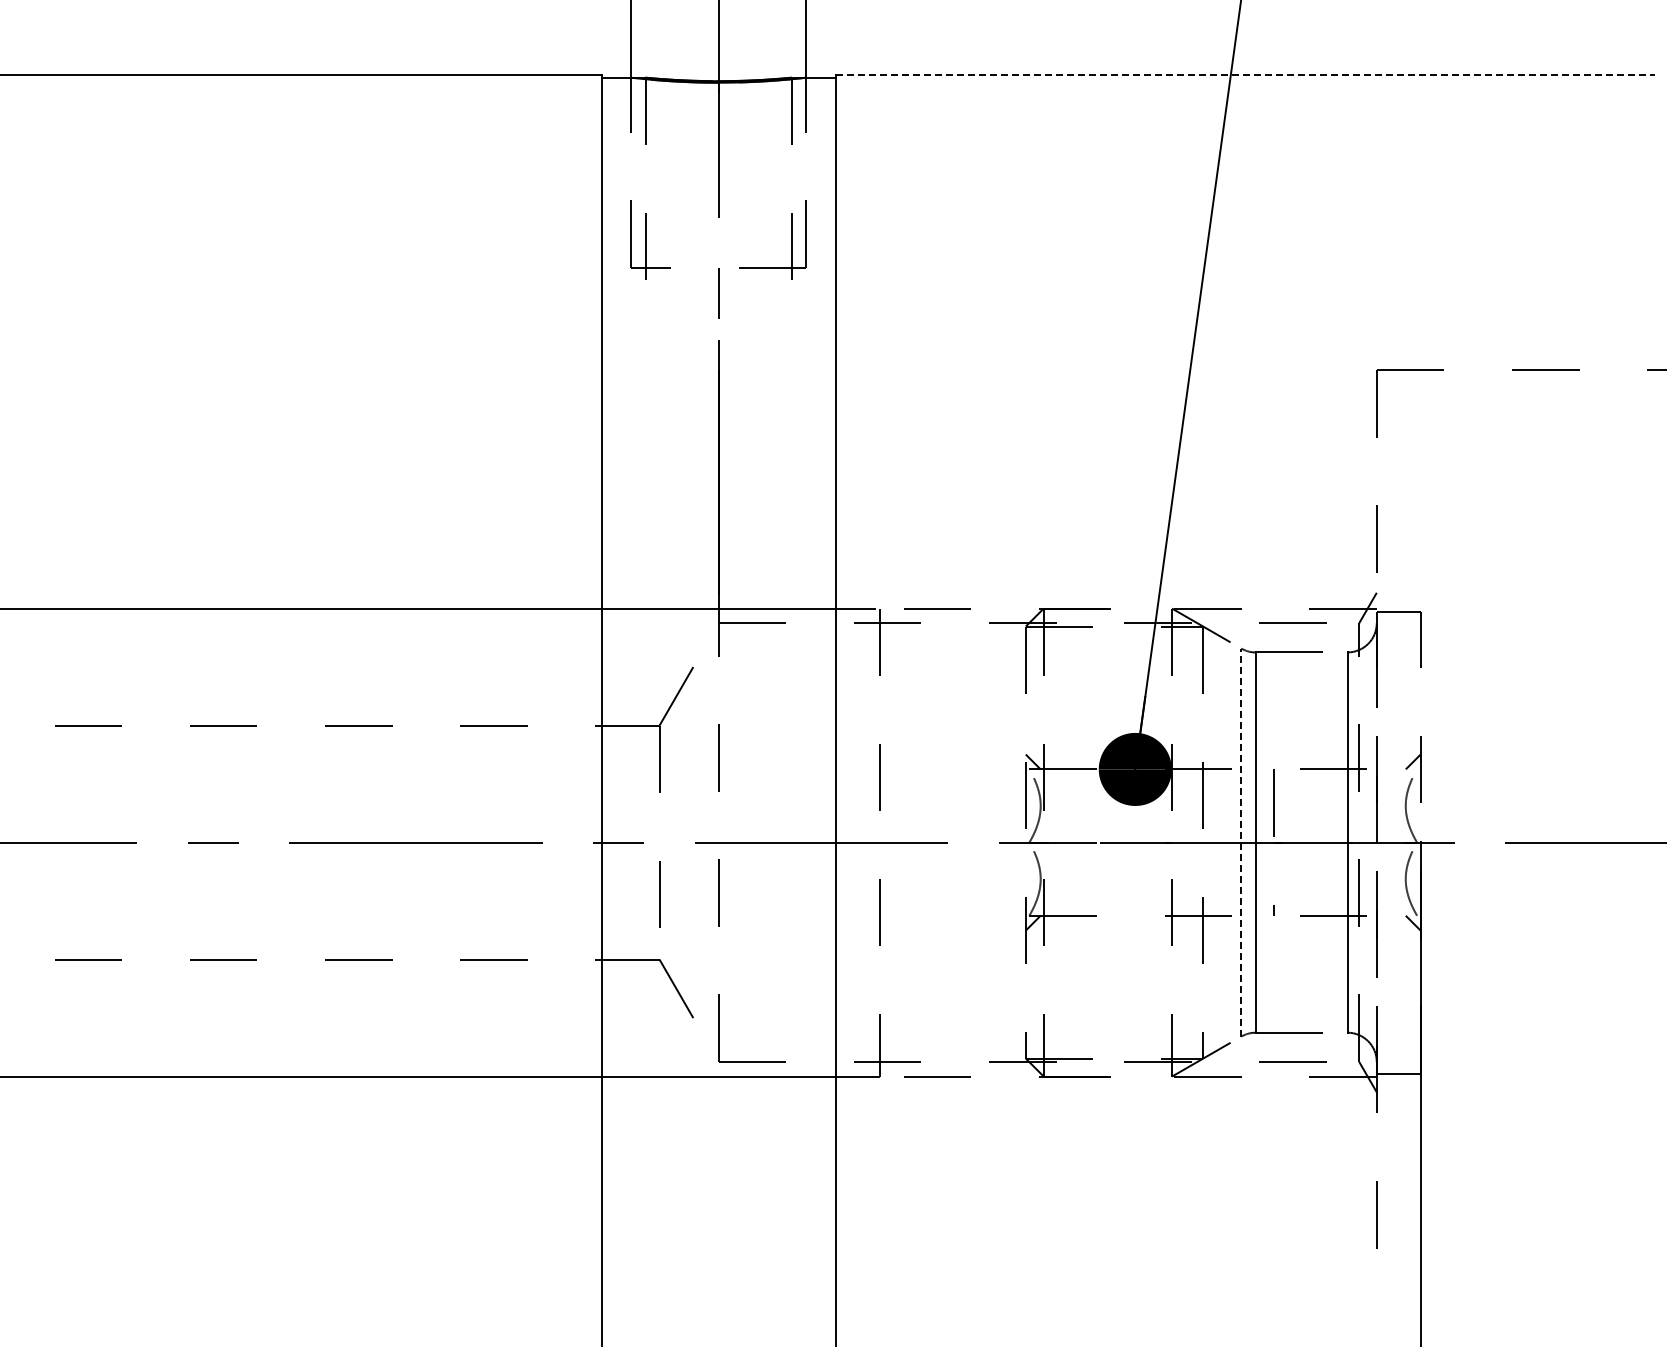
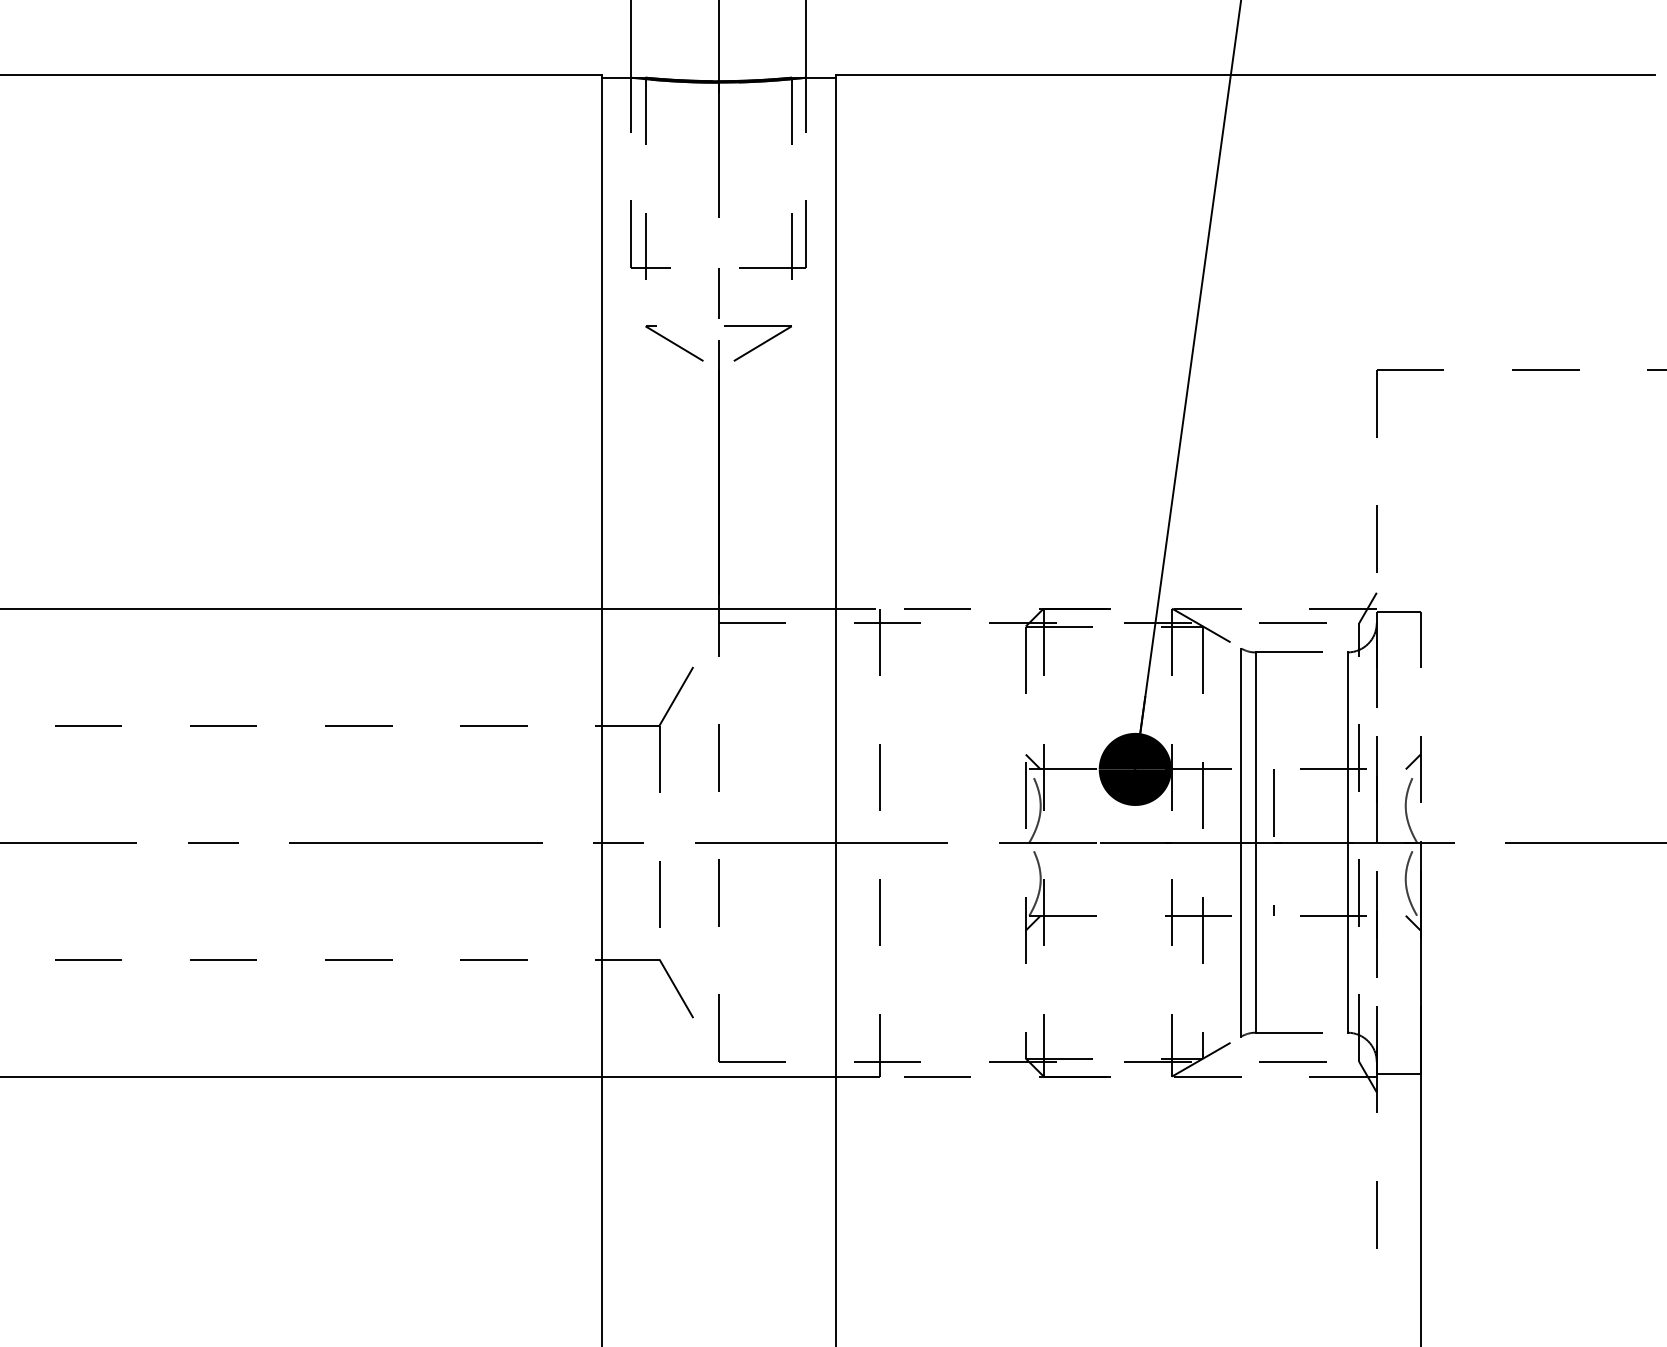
line at (1245, 74): dashed -> solid
part at (724, 326): none -> present
line at (1241, 842): dashed -> solid
